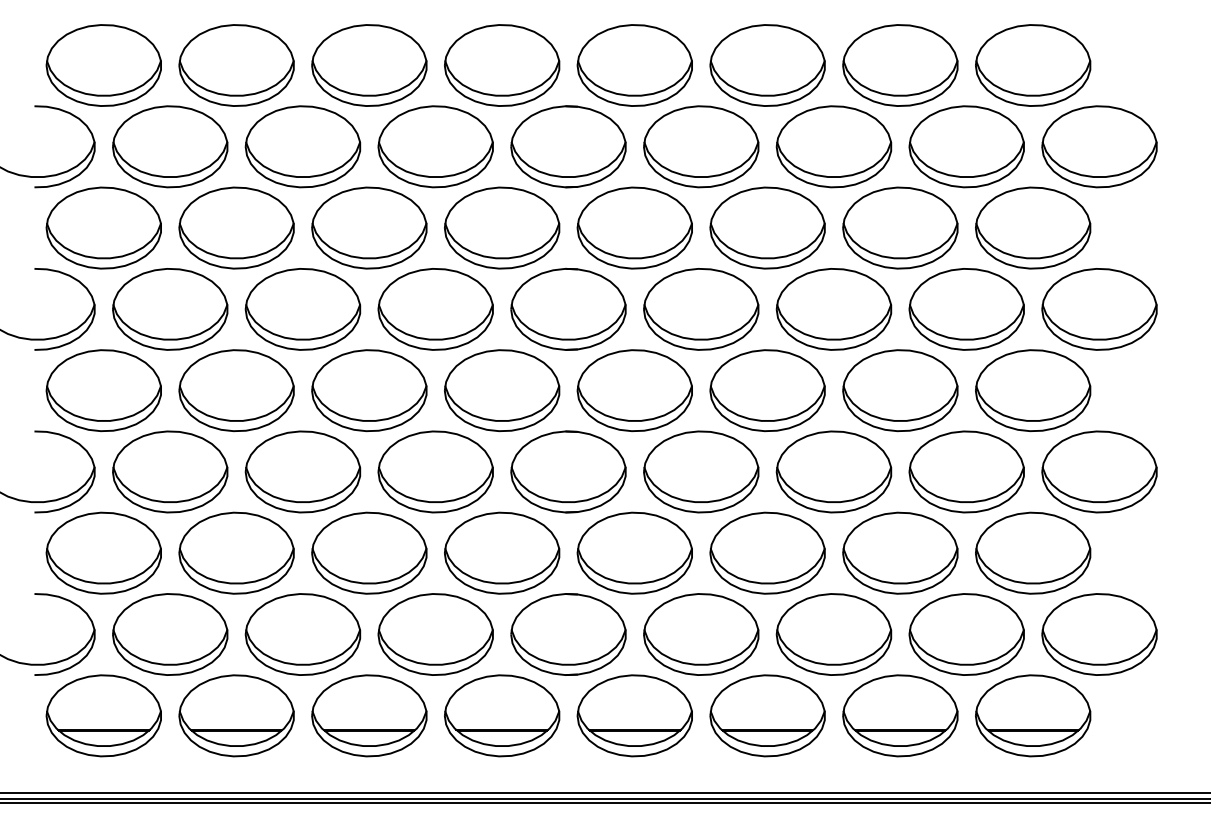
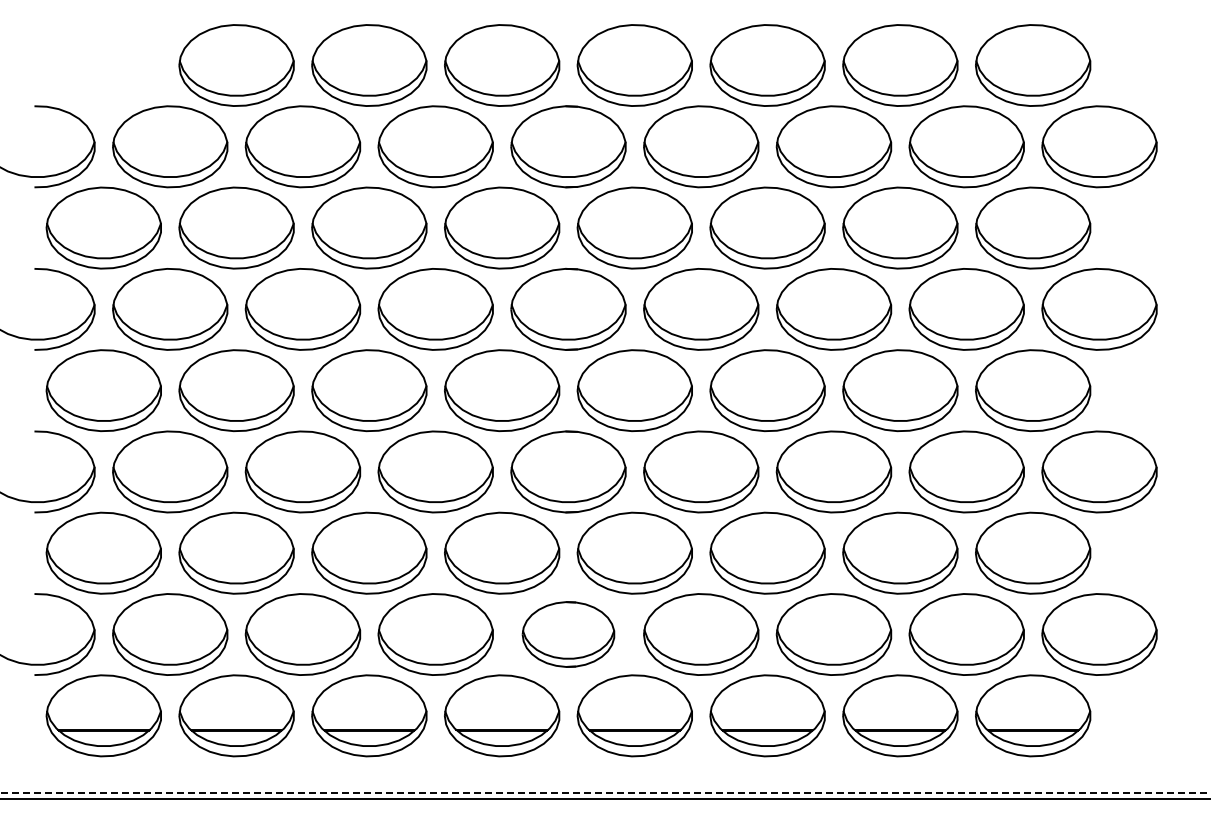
part at (103, 65): present -> none
part at (568, 634) size: 117x83 px -> 95x67 px
line at (605, 793): solid -> dashed
line at (604, 802): present -> none
